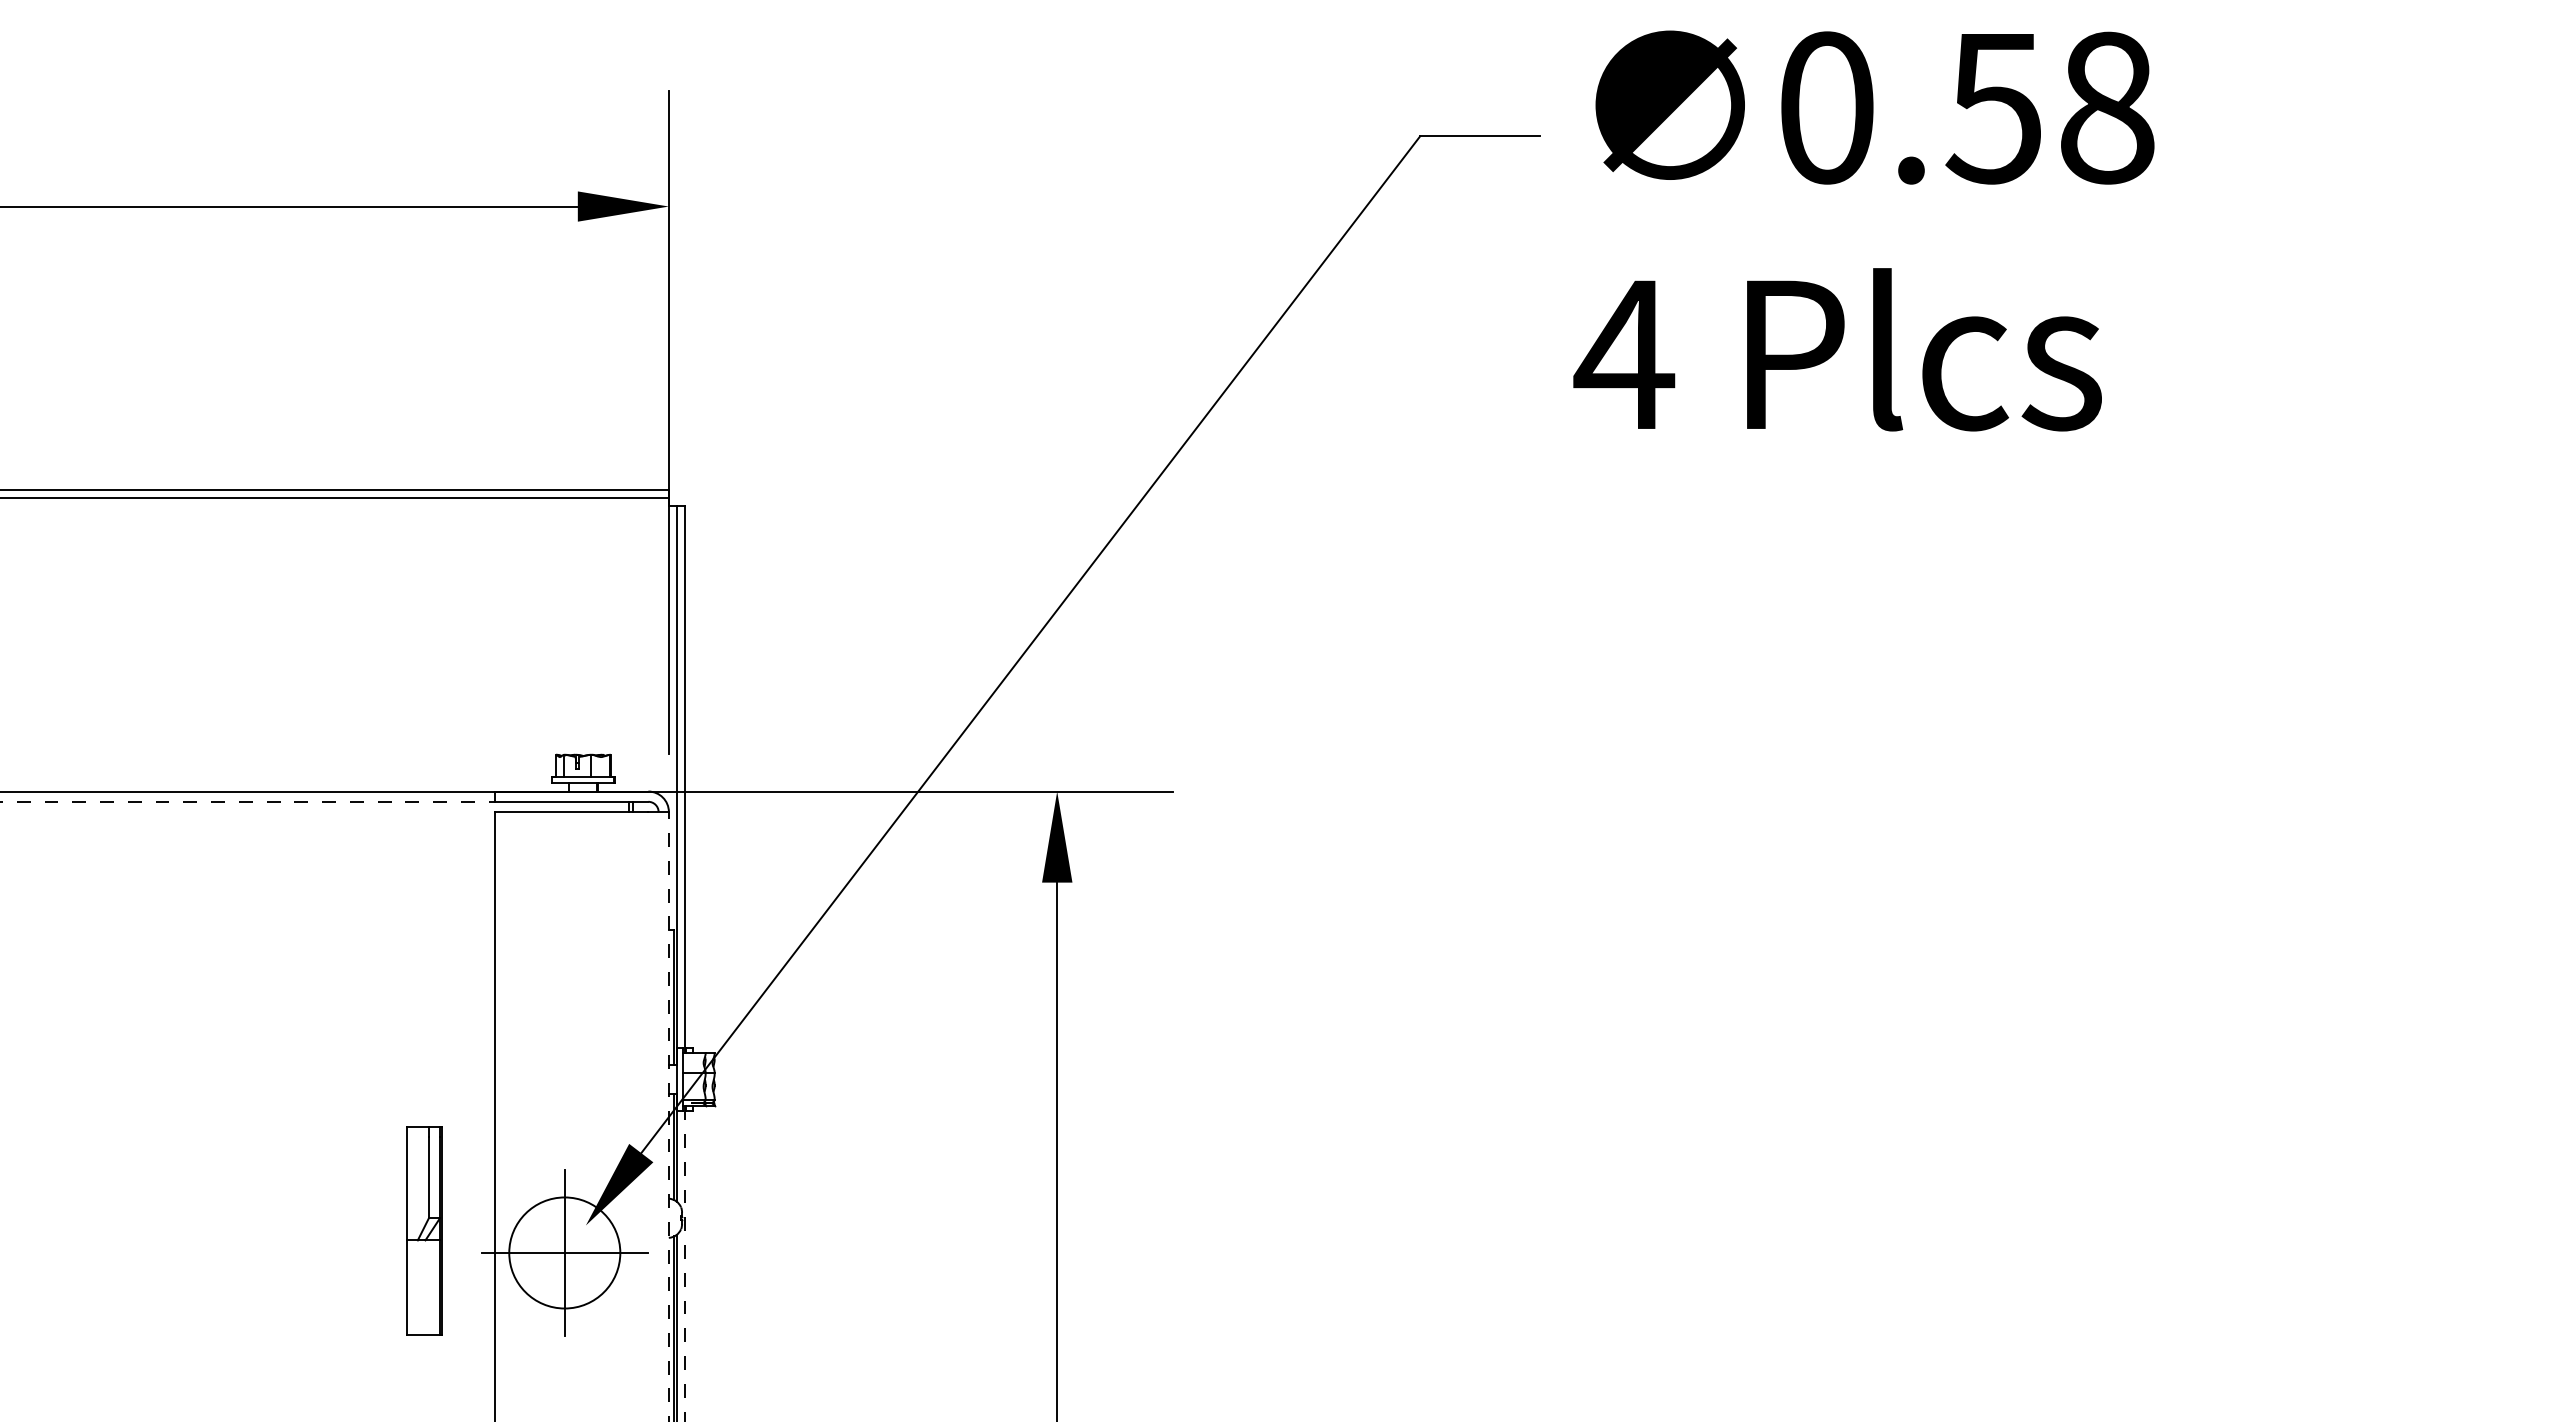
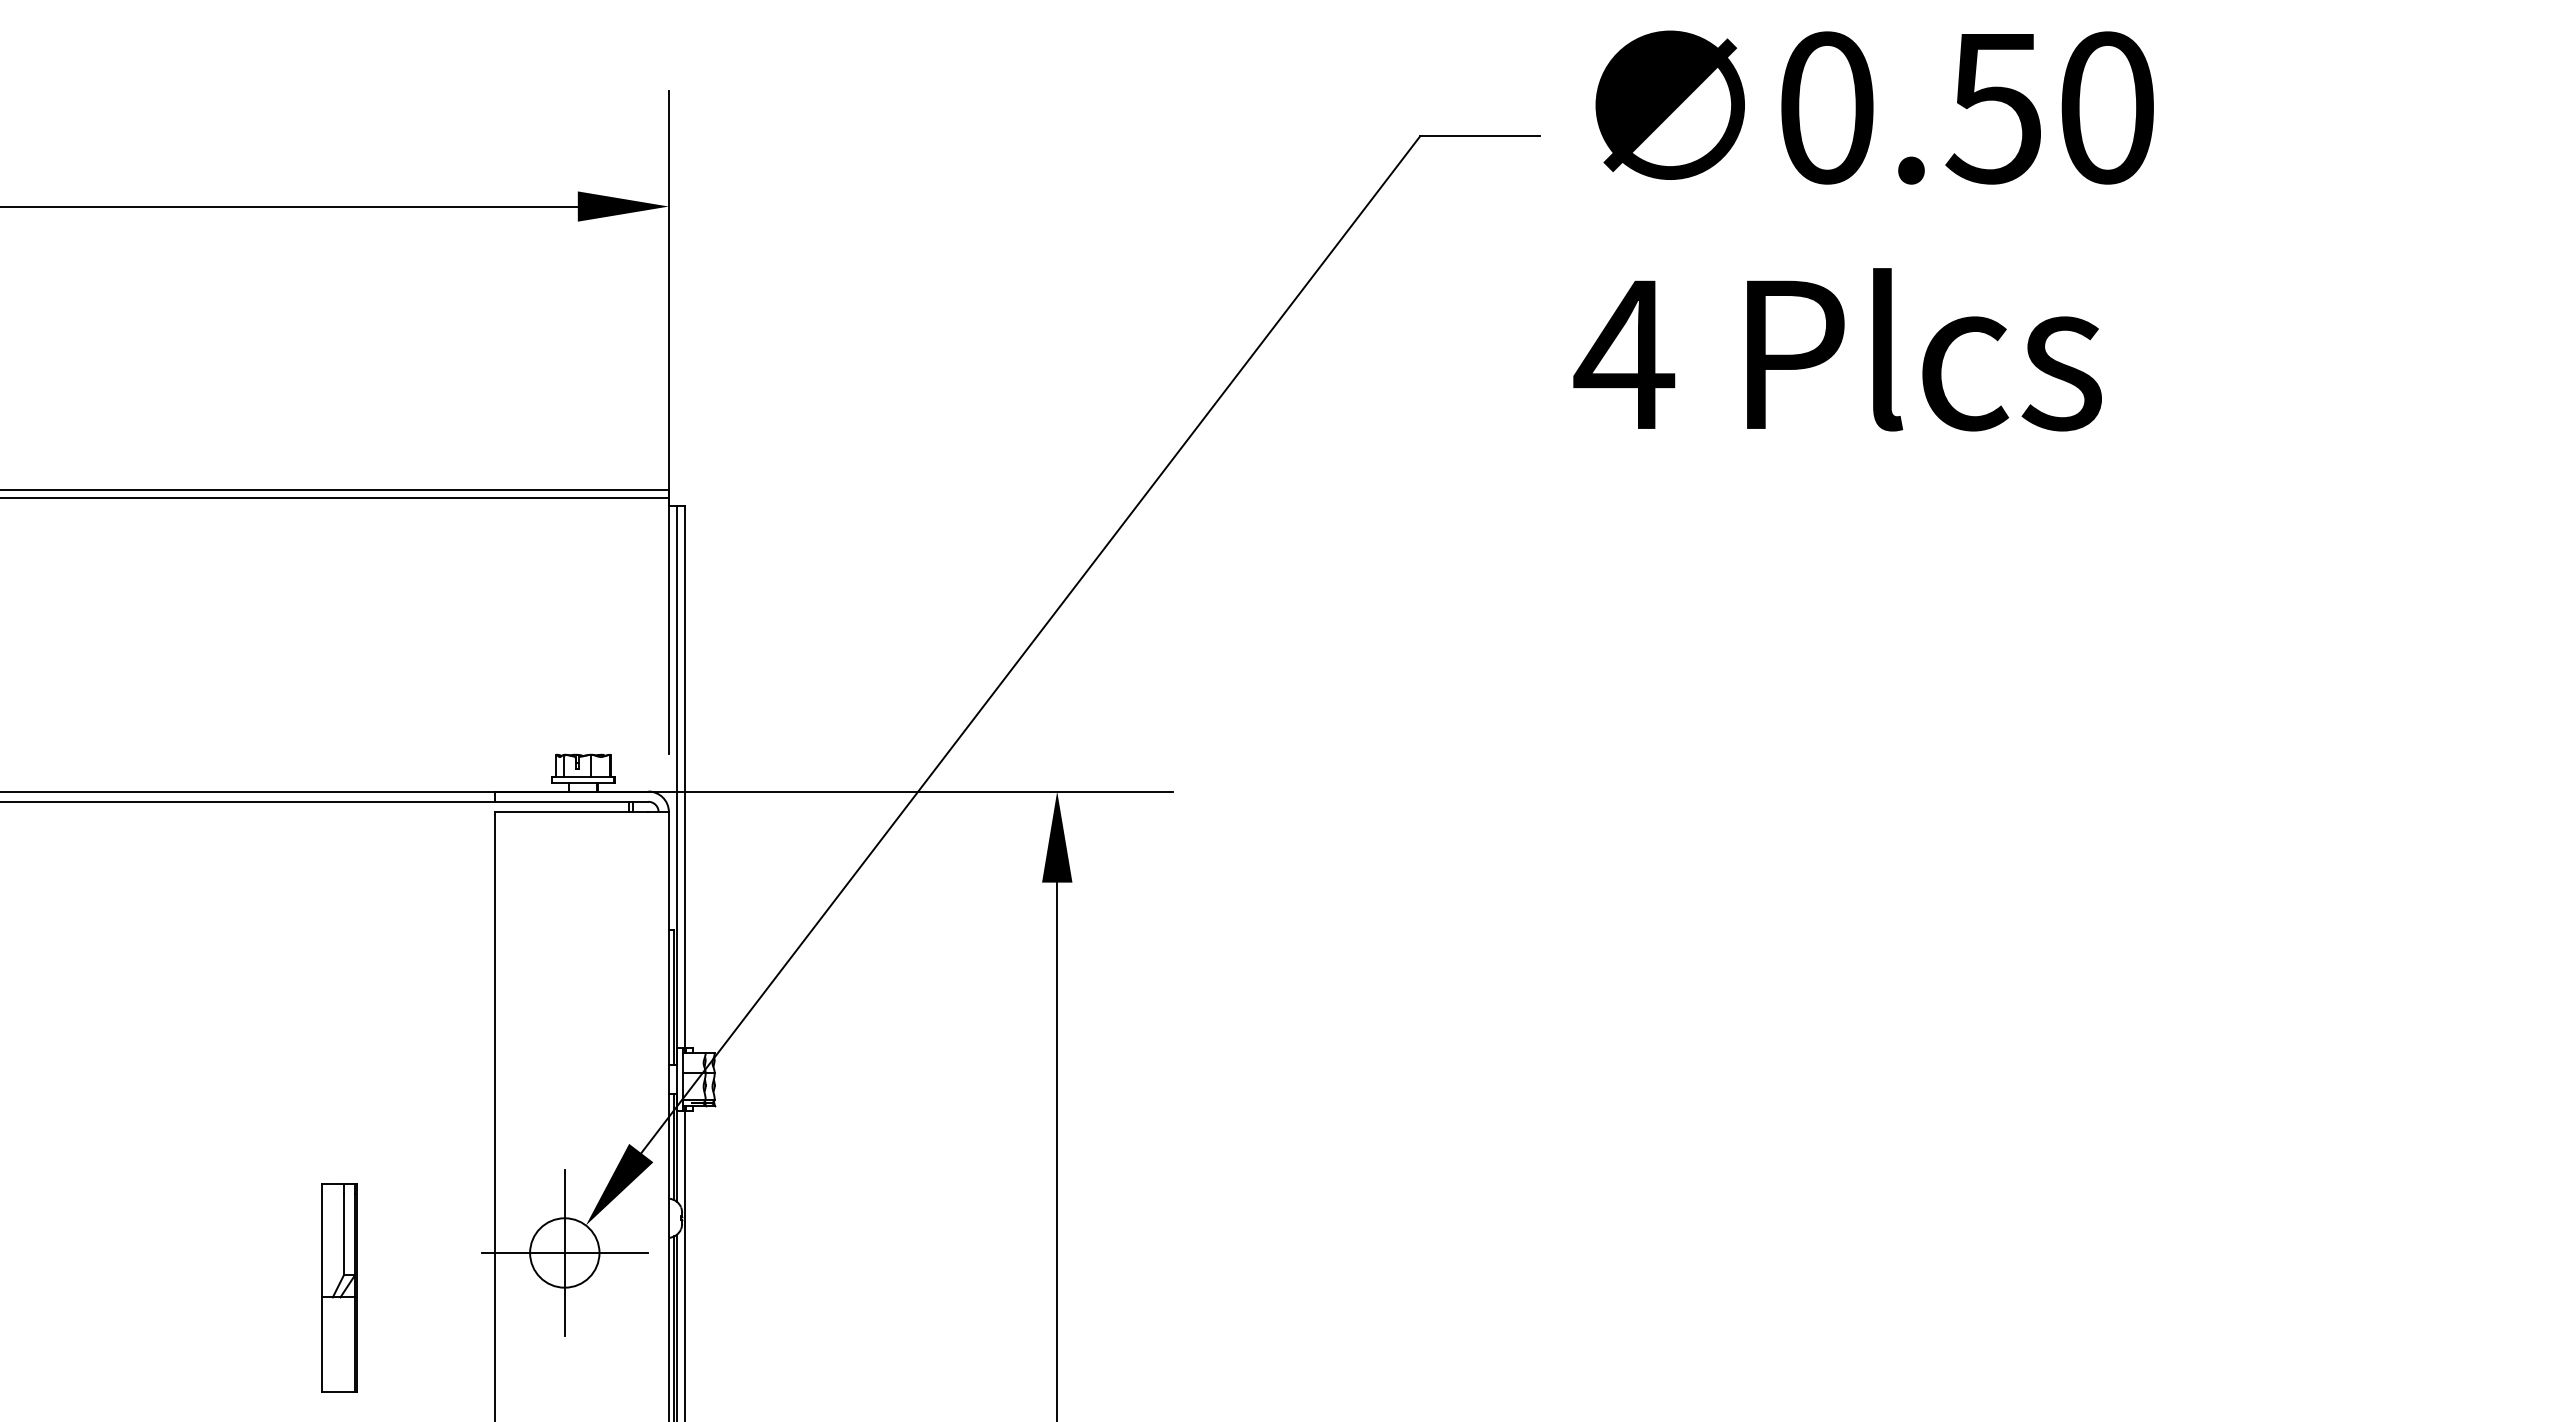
text at (2107, 107): 0.58 -> 0.50
line at (248, 801): dashed -> solid
line at (668, 1117): dashed -> solid
part at (424, 1230) position: (424, 1230) -> (339, 1287)
circle at (564, 1252) diameter: 111 px -> 69 px
line at (685, 1264): dashed -> solid
